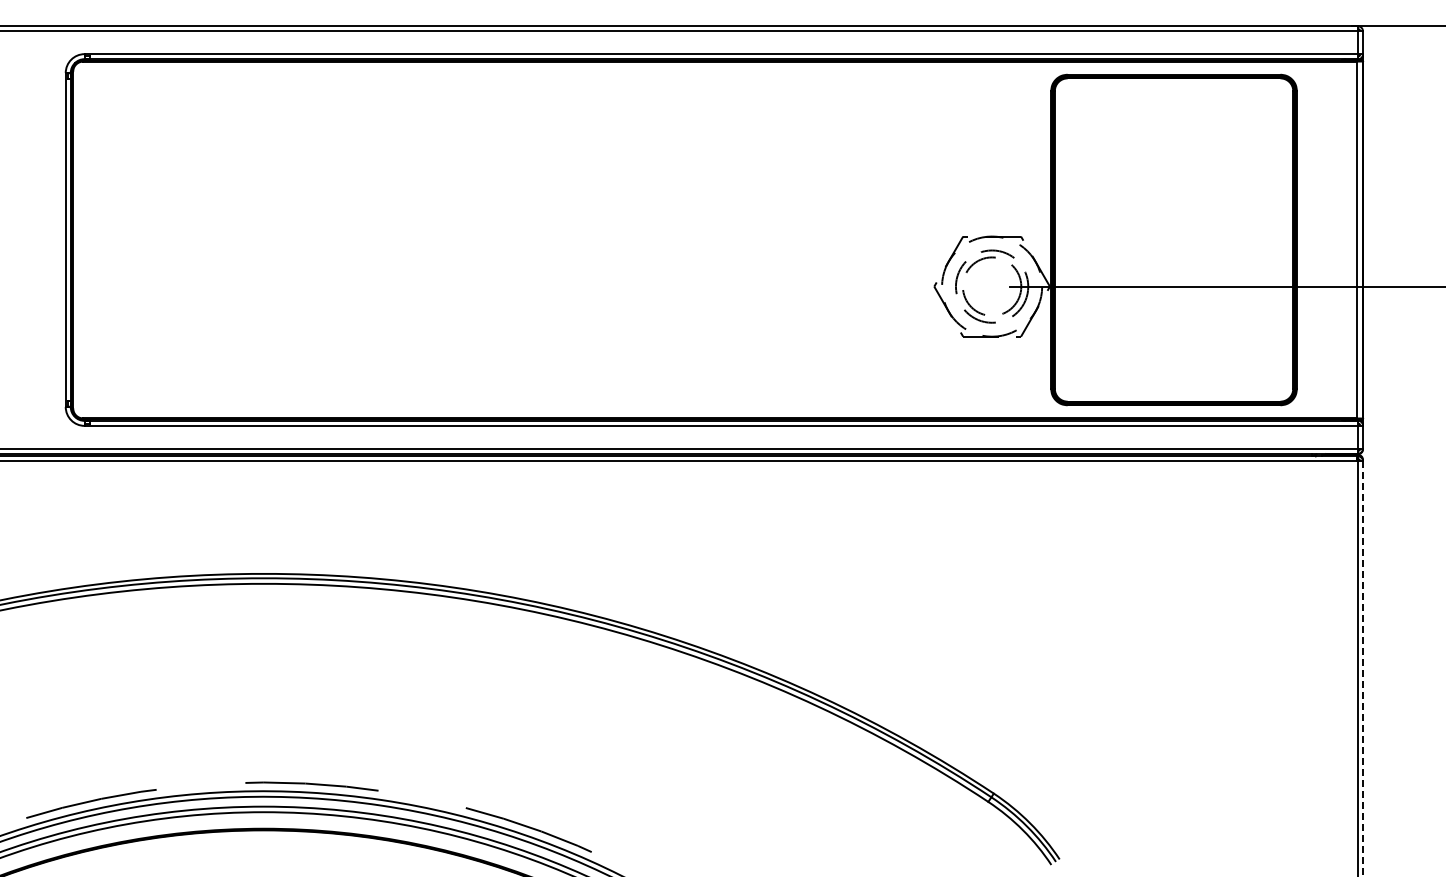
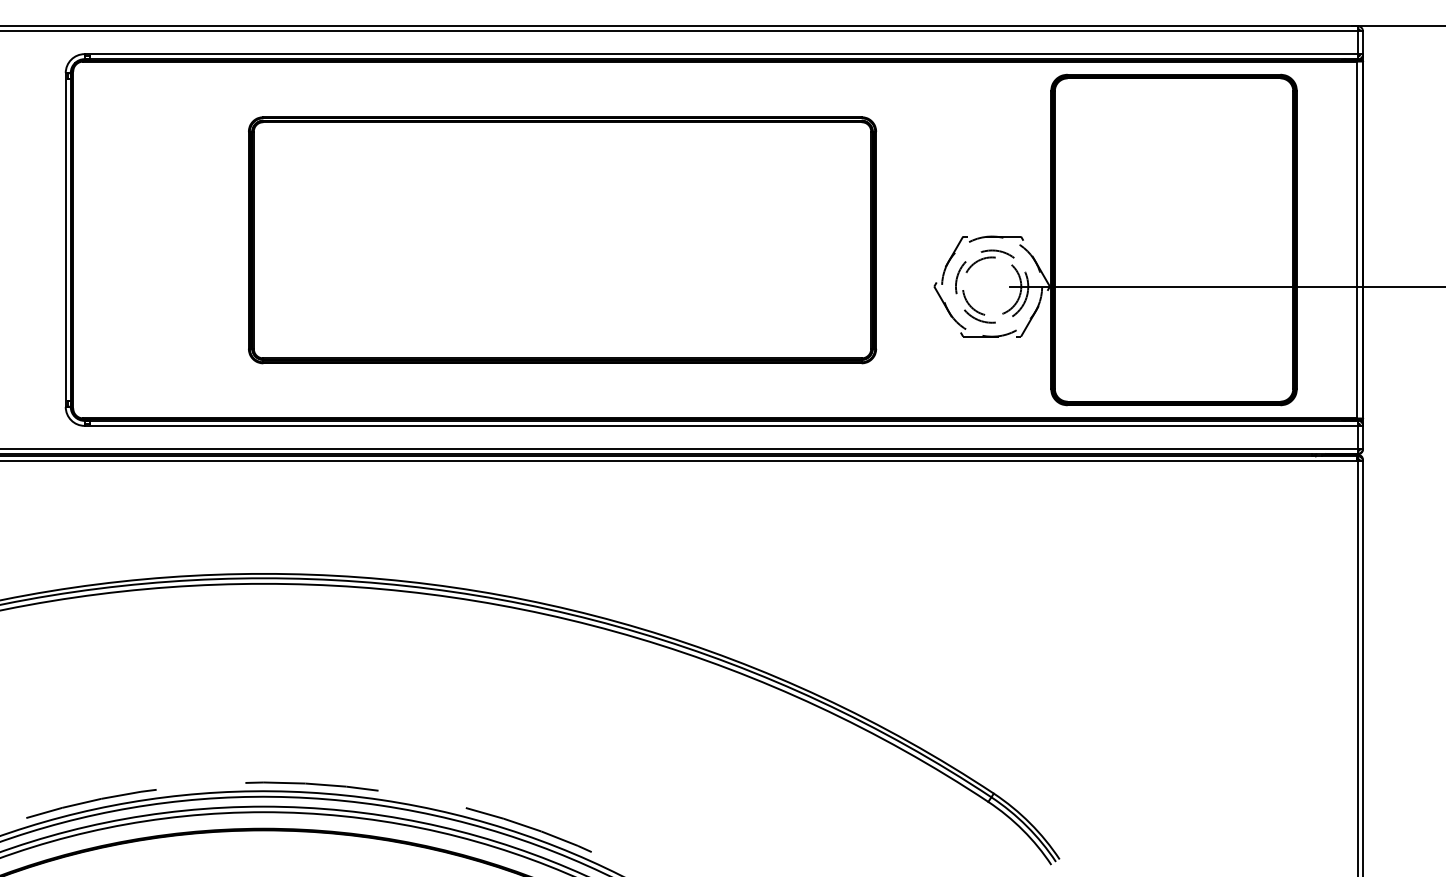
part at (562, 240): none -> present
line at (1362, 669): dashed -> solid
